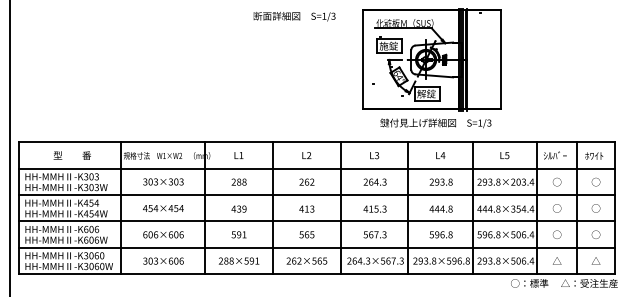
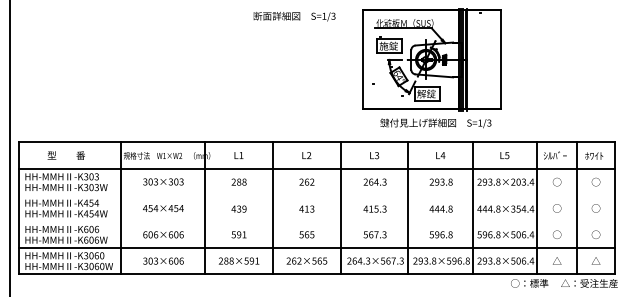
text at (71, 155) position: (71, 155) -> (65, 155)
line at (317, 195): present -> none
line at (317, 221): present -> none
